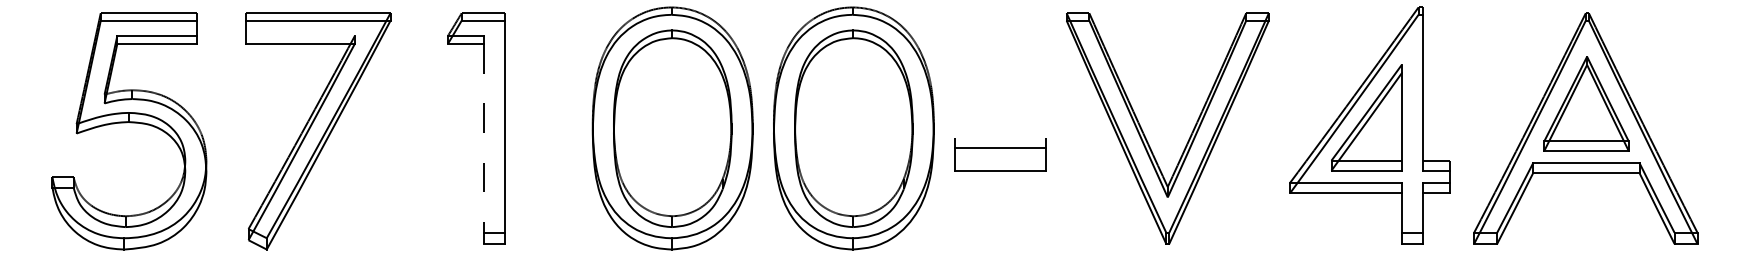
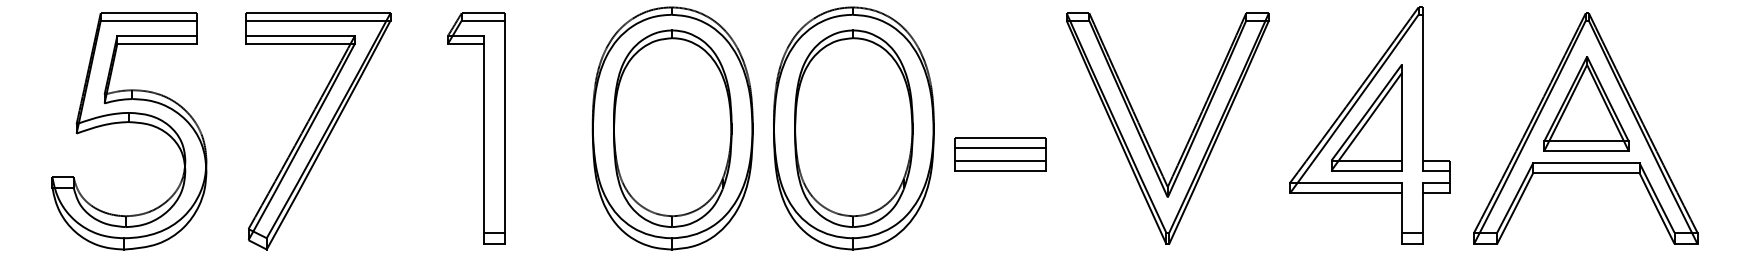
line at (299, 36): none -> present
line at (999, 138): none -> present
line at (484, 143): dashed -> solid
line at (999, 160): none -> present
